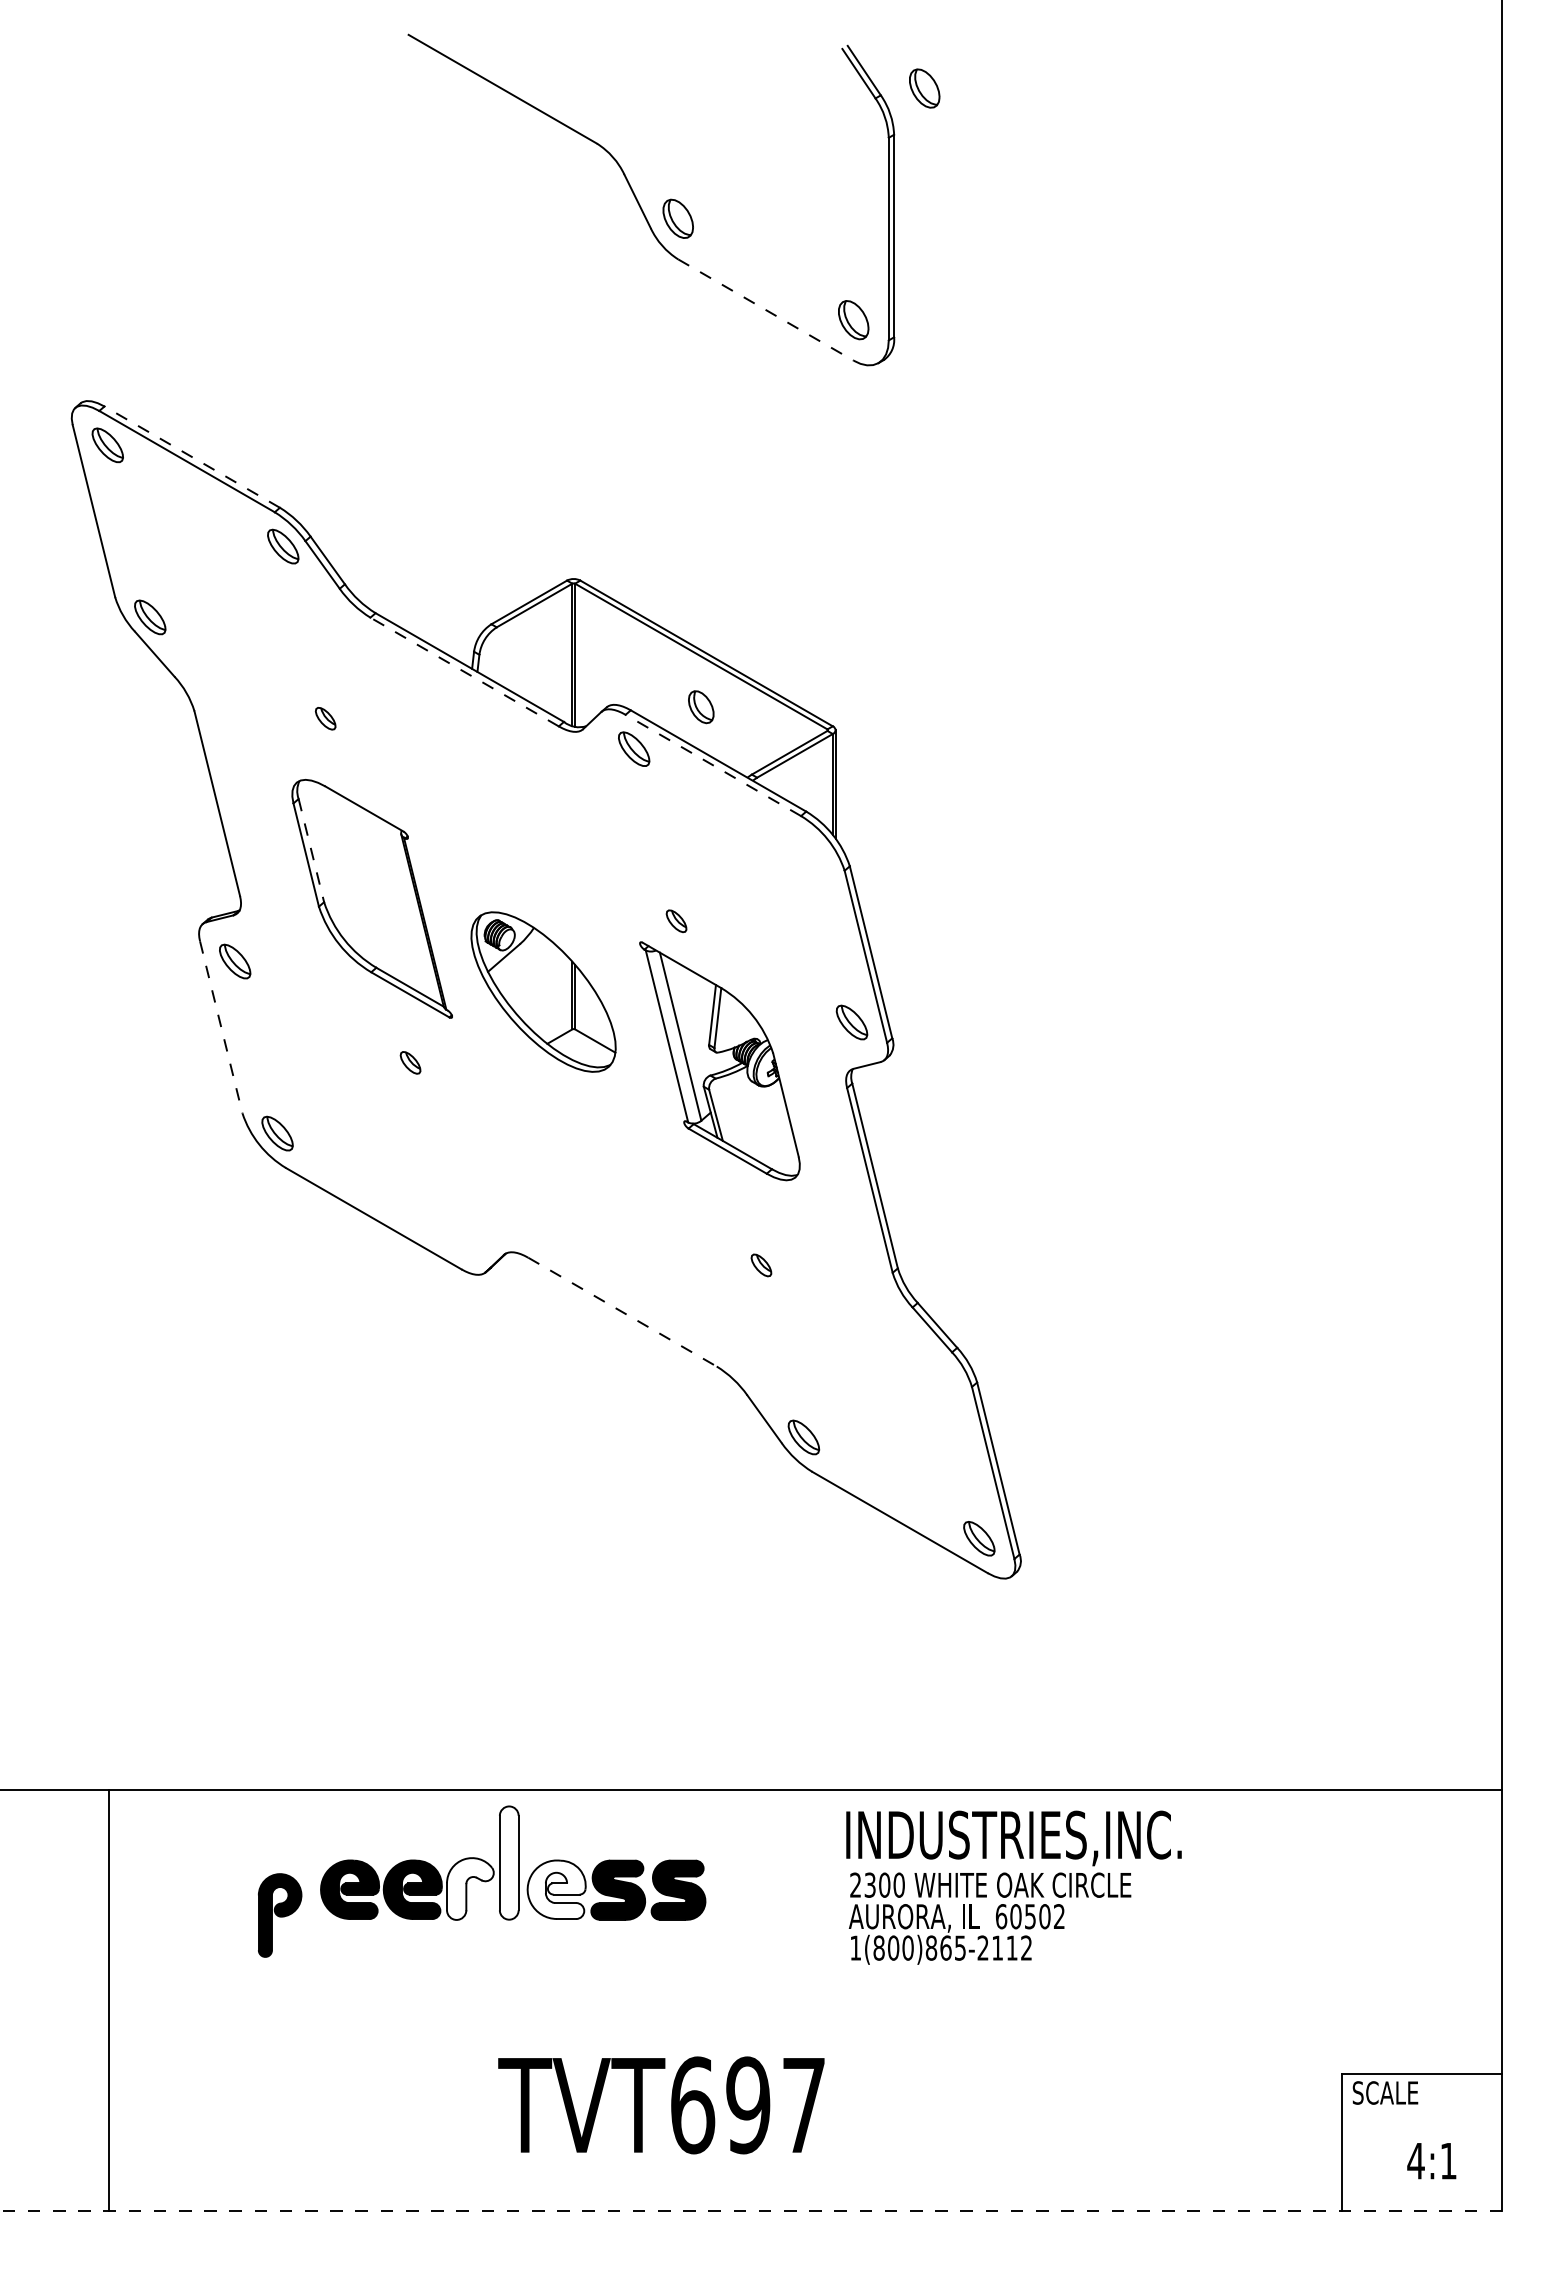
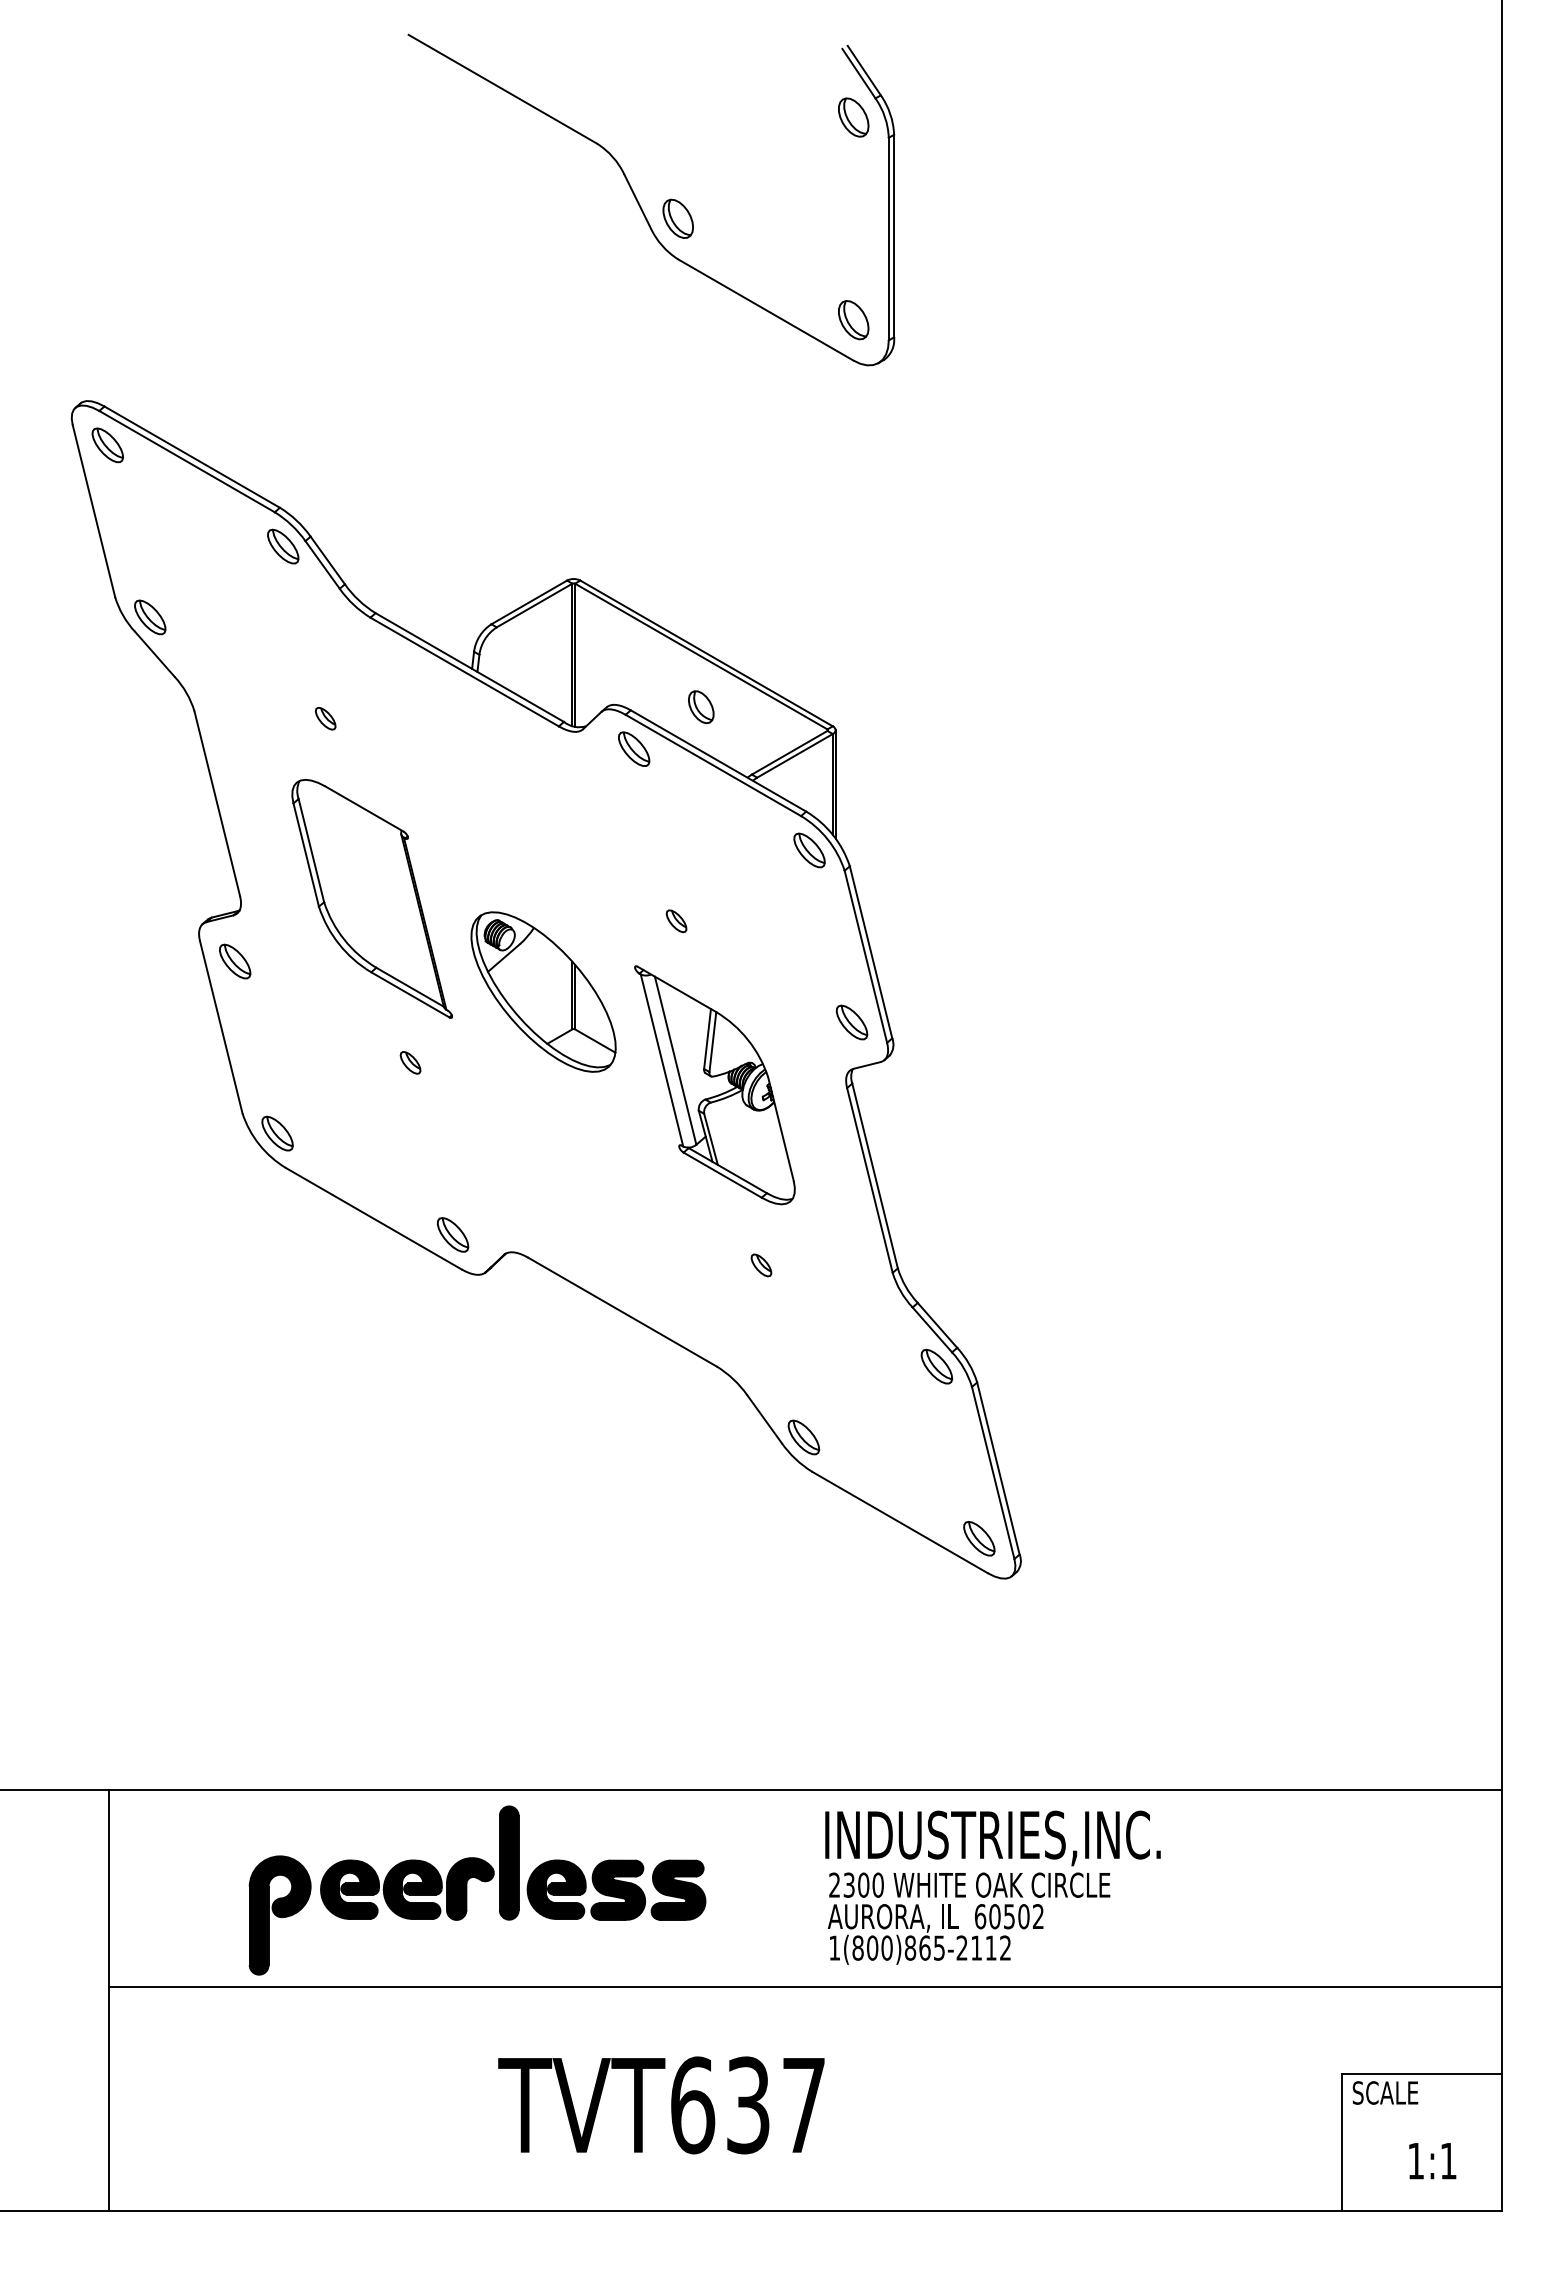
part at (924, 88) position: (924, 88) -> (853, 117)
line at (766, 310): dashed -> solid
line at (191, 456): dashed -> solid
line at (464, 672): dashed -> solid
line at (712, 765): dashed -> solid
part at (809, 850): none -> present
line at (311, 851): dashed -> solid
line at (221, 1027): dashed -> solid
part at (719, 1061) position: (719, 1061) -> (714, 1085)
part at (452, 1234): none -> present
line at (622, 1312): dashed -> solid
part at (936, 1366): none -> present
fill at (508, 1862): none -> present
text at (1013, 1887) position: (1013, 1887) -> (992, 1887)
fill at (470, 1888): none -> present
fill at (556, 1889): none -> present
part at (280, 1915) size: 45x85 px -> 64x121 px
line at (805, 1987): none -> present
text at (748, 2105): TVT697 -> TVT637
text at (1415, 2161): 4:1 -> 1:1
line at (751, 2210): dashed -> solid
